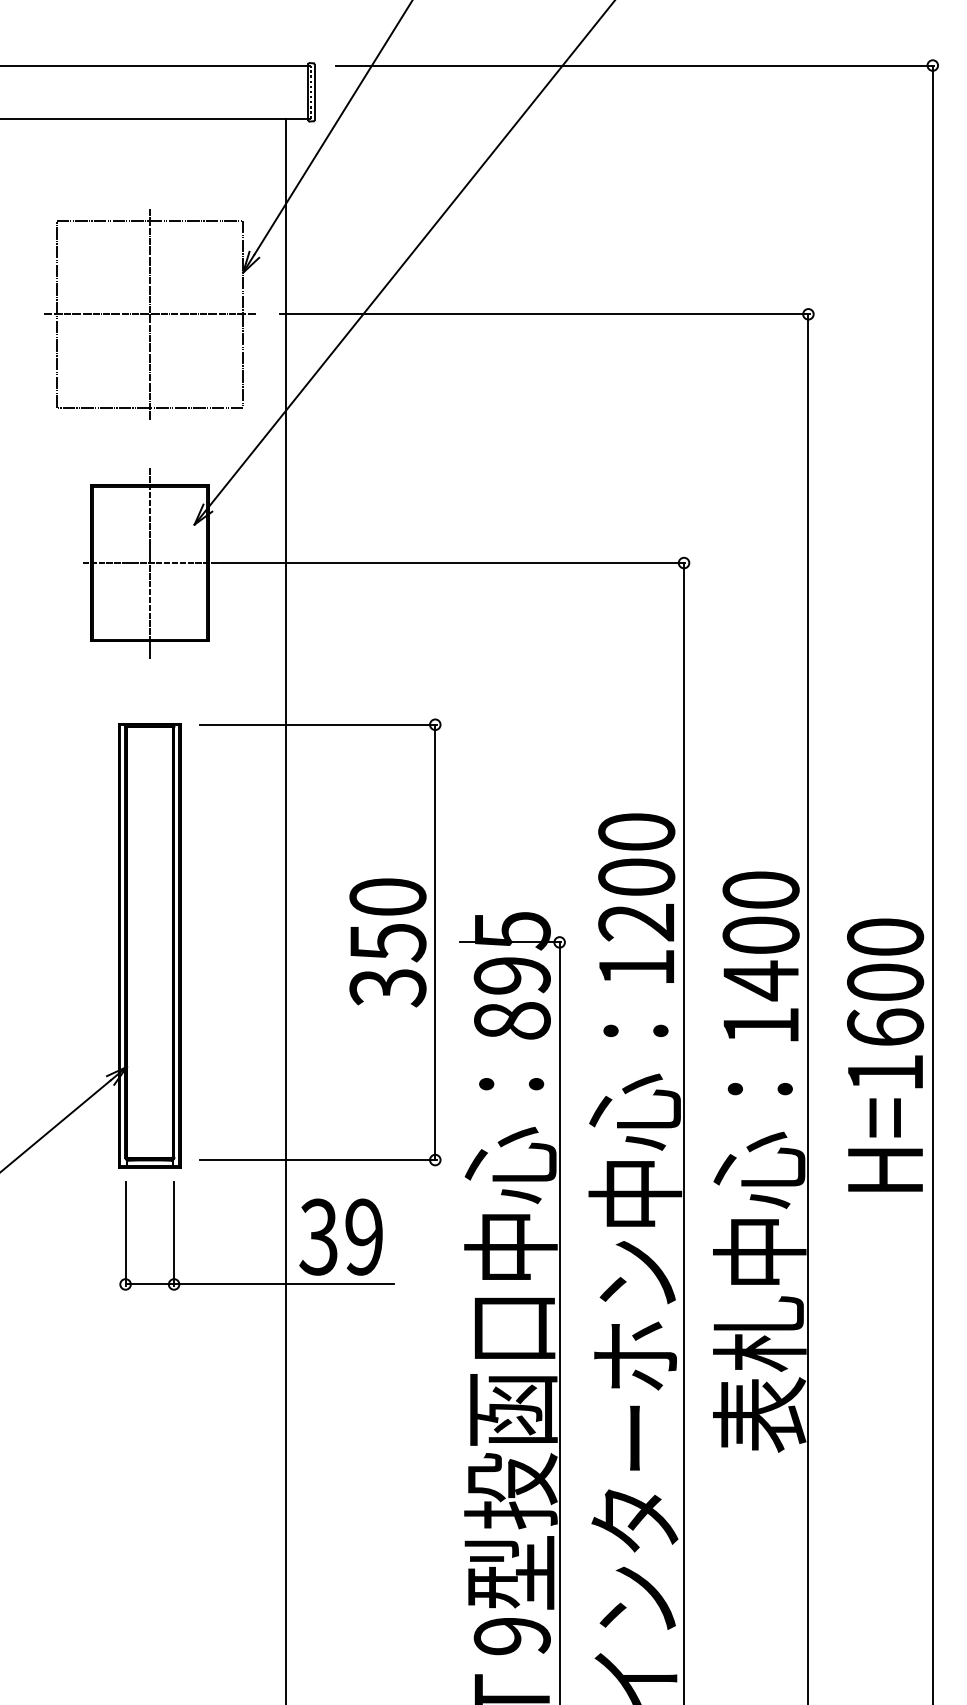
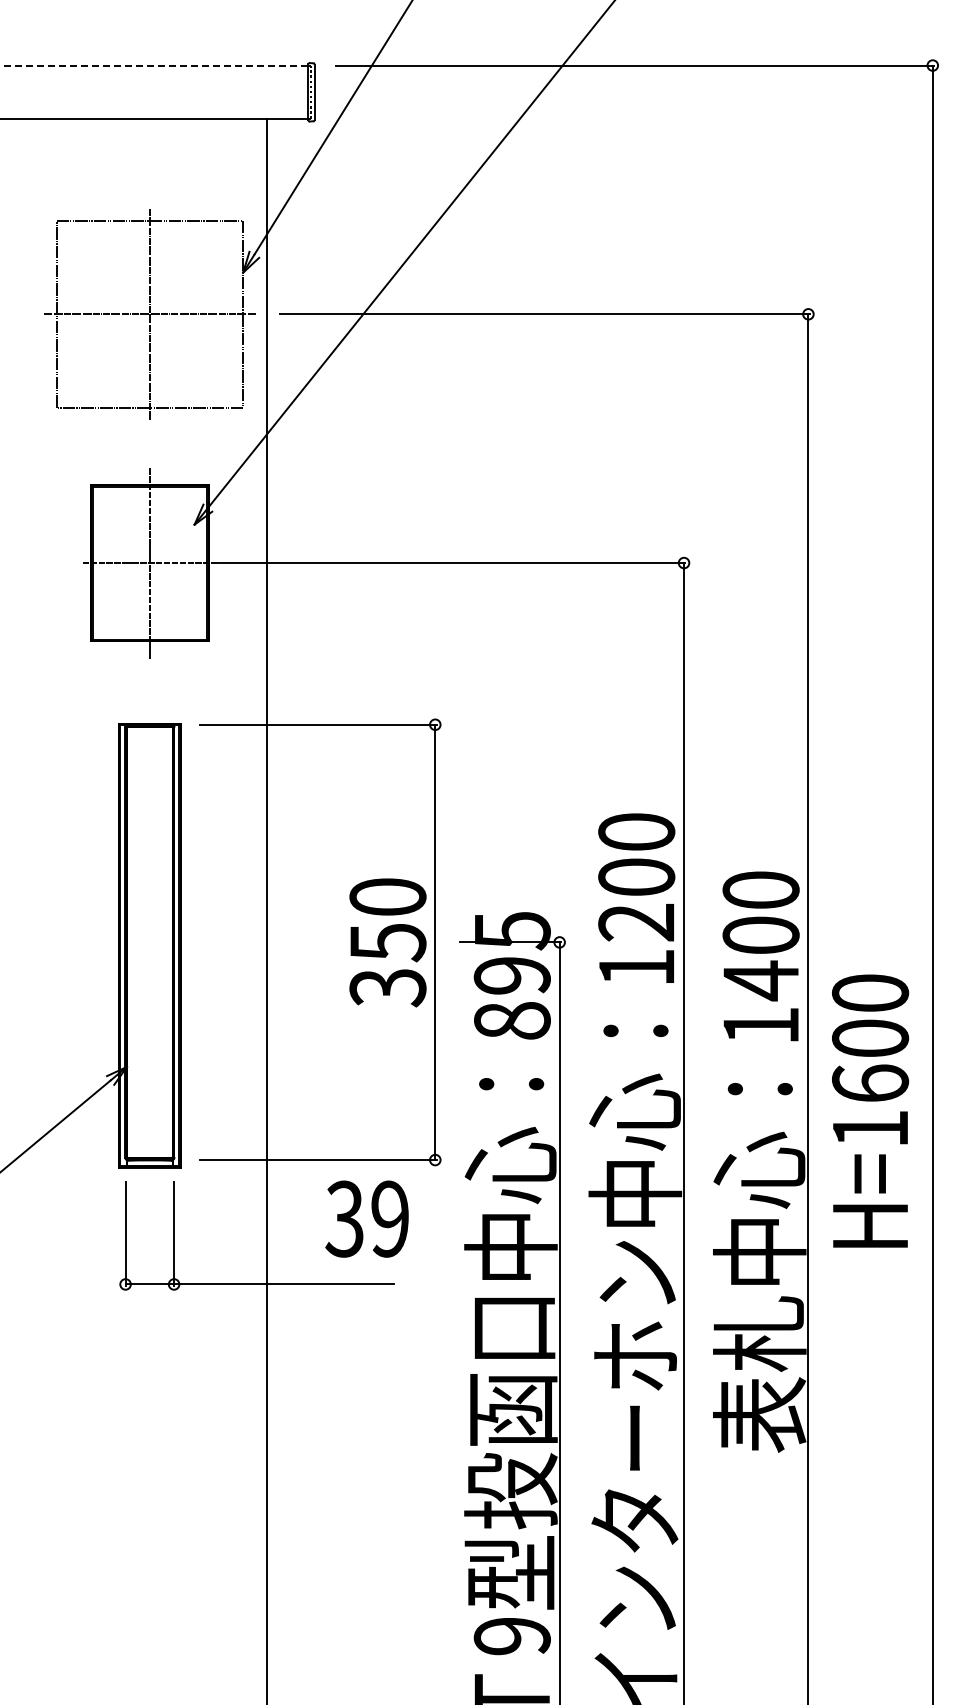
line at (154, 65): solid -> dashed
line at (286, 910) position: (286, 910) -> (267, 910)
text at (885, 1054) position: (885, 1054) -> (870, 1110)
text at (340, 1236) position: (340, 1236) -> (366, 1218)
